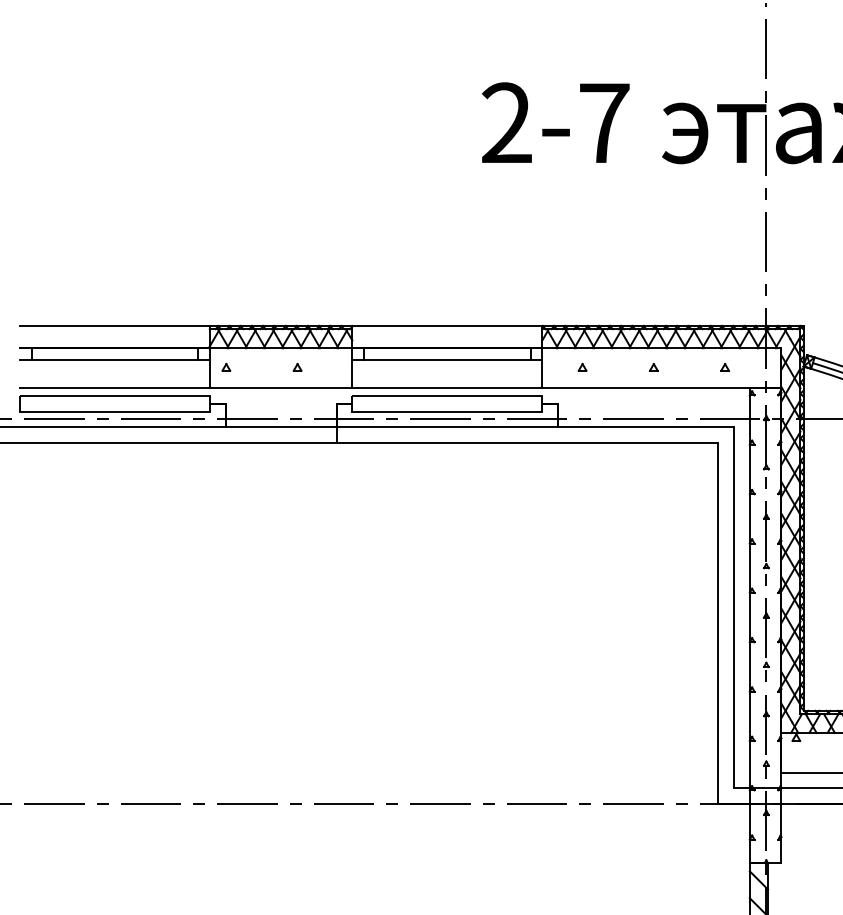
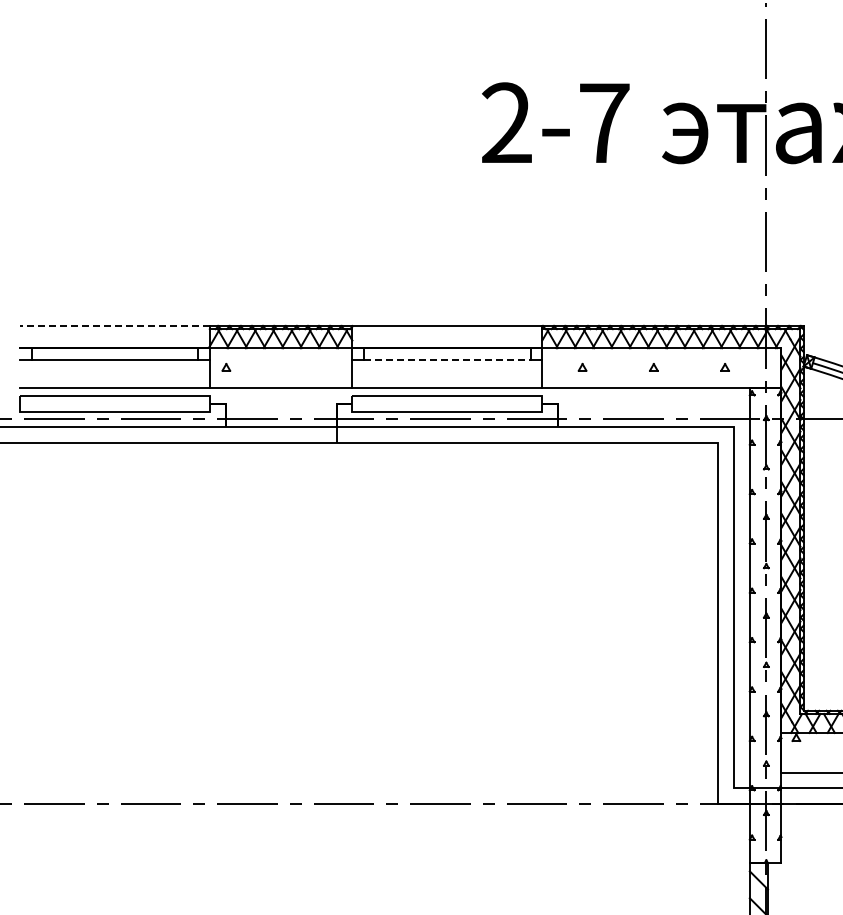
line at (114, 326): solid -> dashed
line at (447, 360): solid -> dashed
part at (297, 366): present -> none
